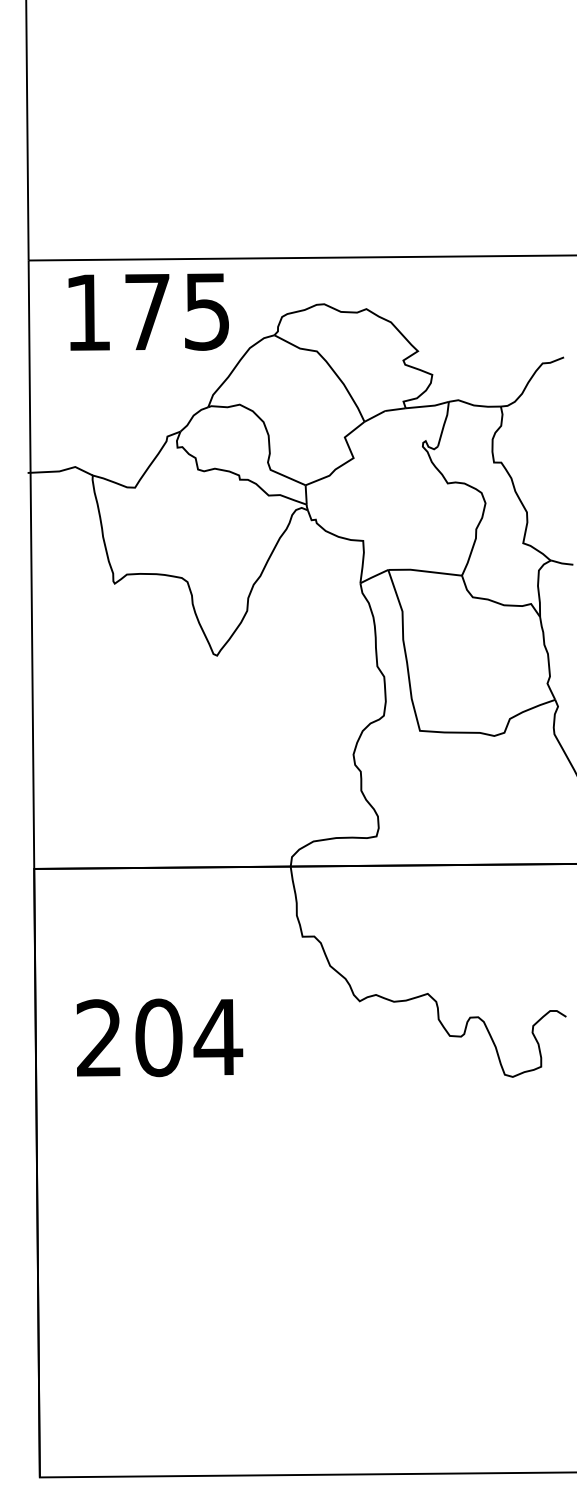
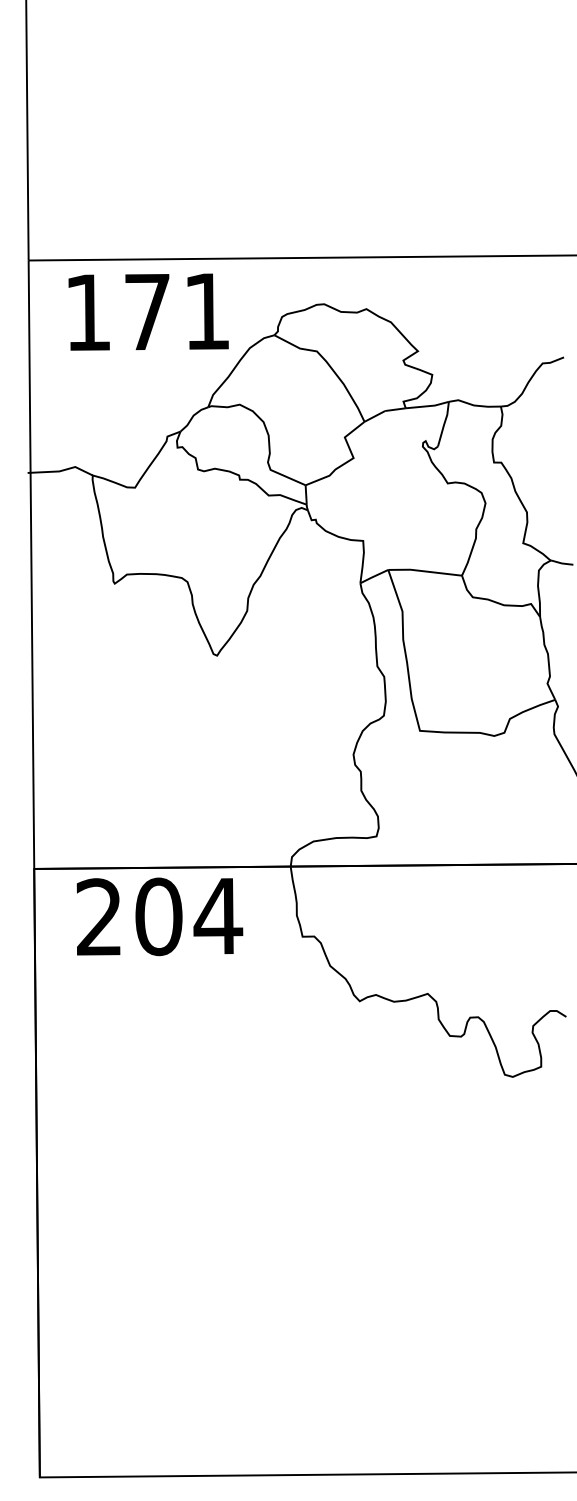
text at (206, 311): 175 -> 171
text at (159, 1037) position: (159, 1037) -> (159, 916)
